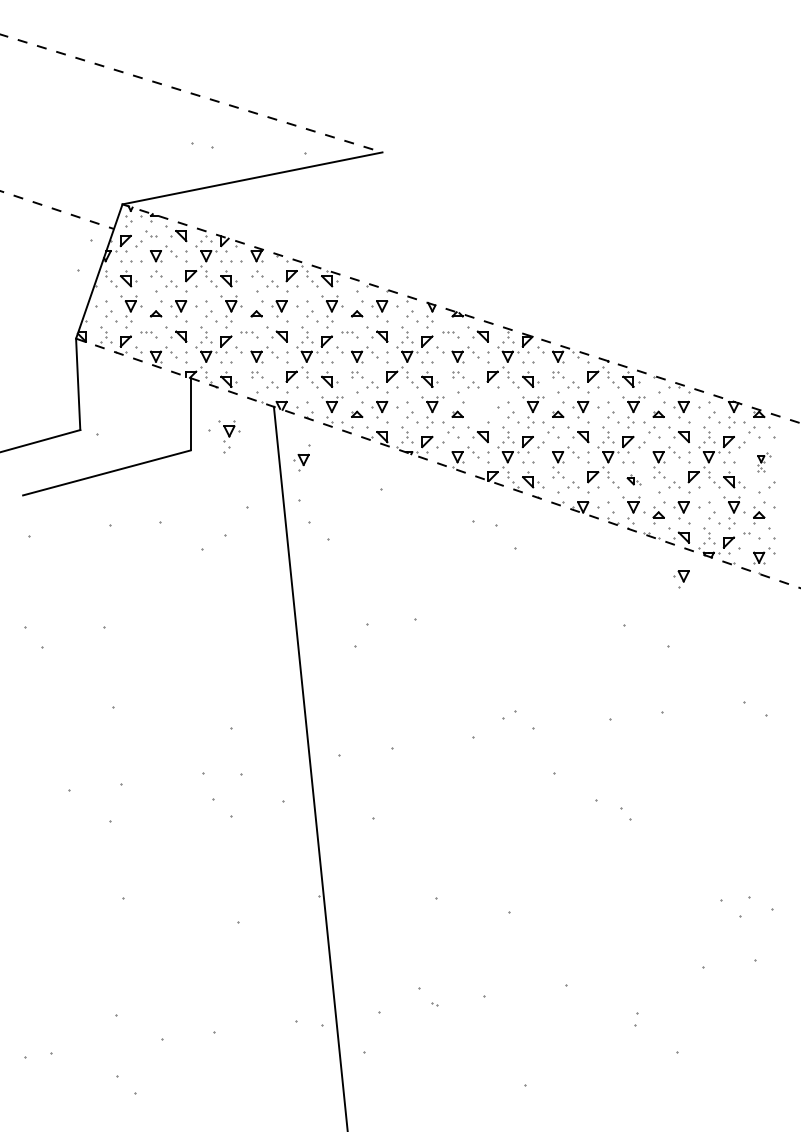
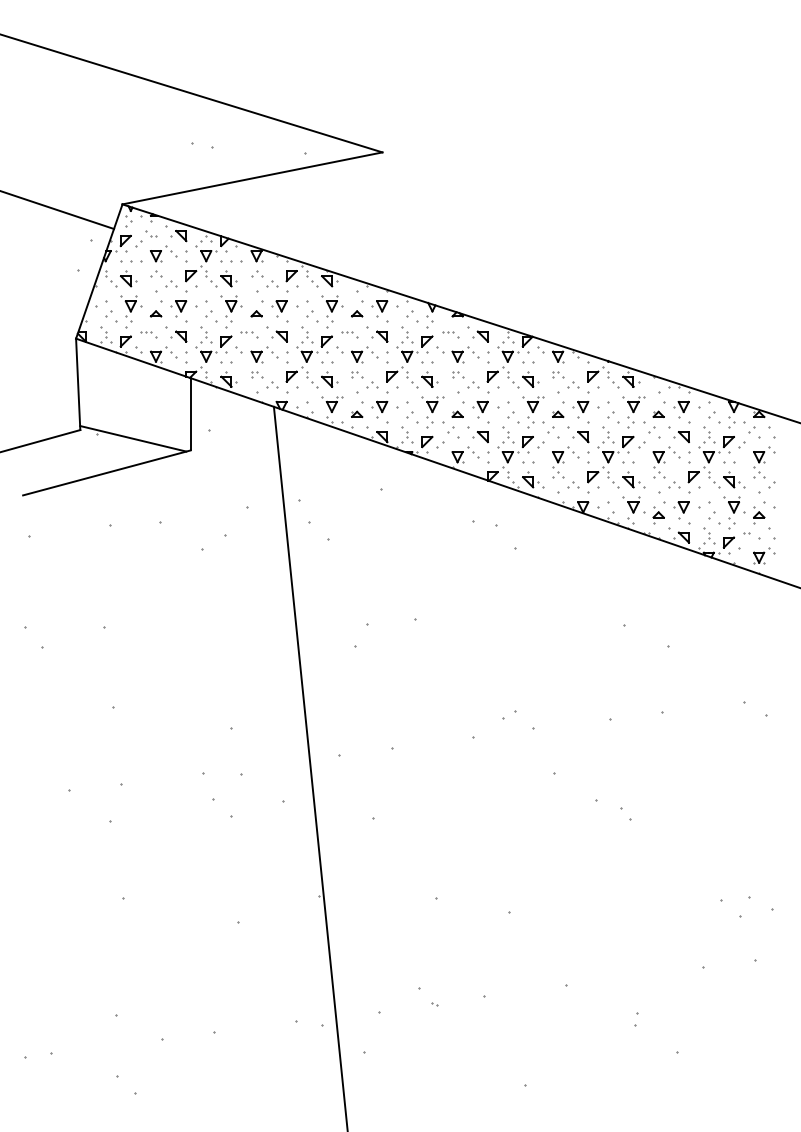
line at (191, 93): dashed -> solid
line at (57, 210): dashed -> solid
line at (461, 313): dashed -> solid
part at (229, 436): present -> none
line at (133, 438): none -> present
part at (301, 457) position: (301, 457) -> (480, 404)
part at (764, 462) size: 15x21 px -> 23x33 px
line at (438, 463): dashed -> solid
part at (633, 479) size: 16x12 px -> 24x18 px
part at (681, 579): present -> none
